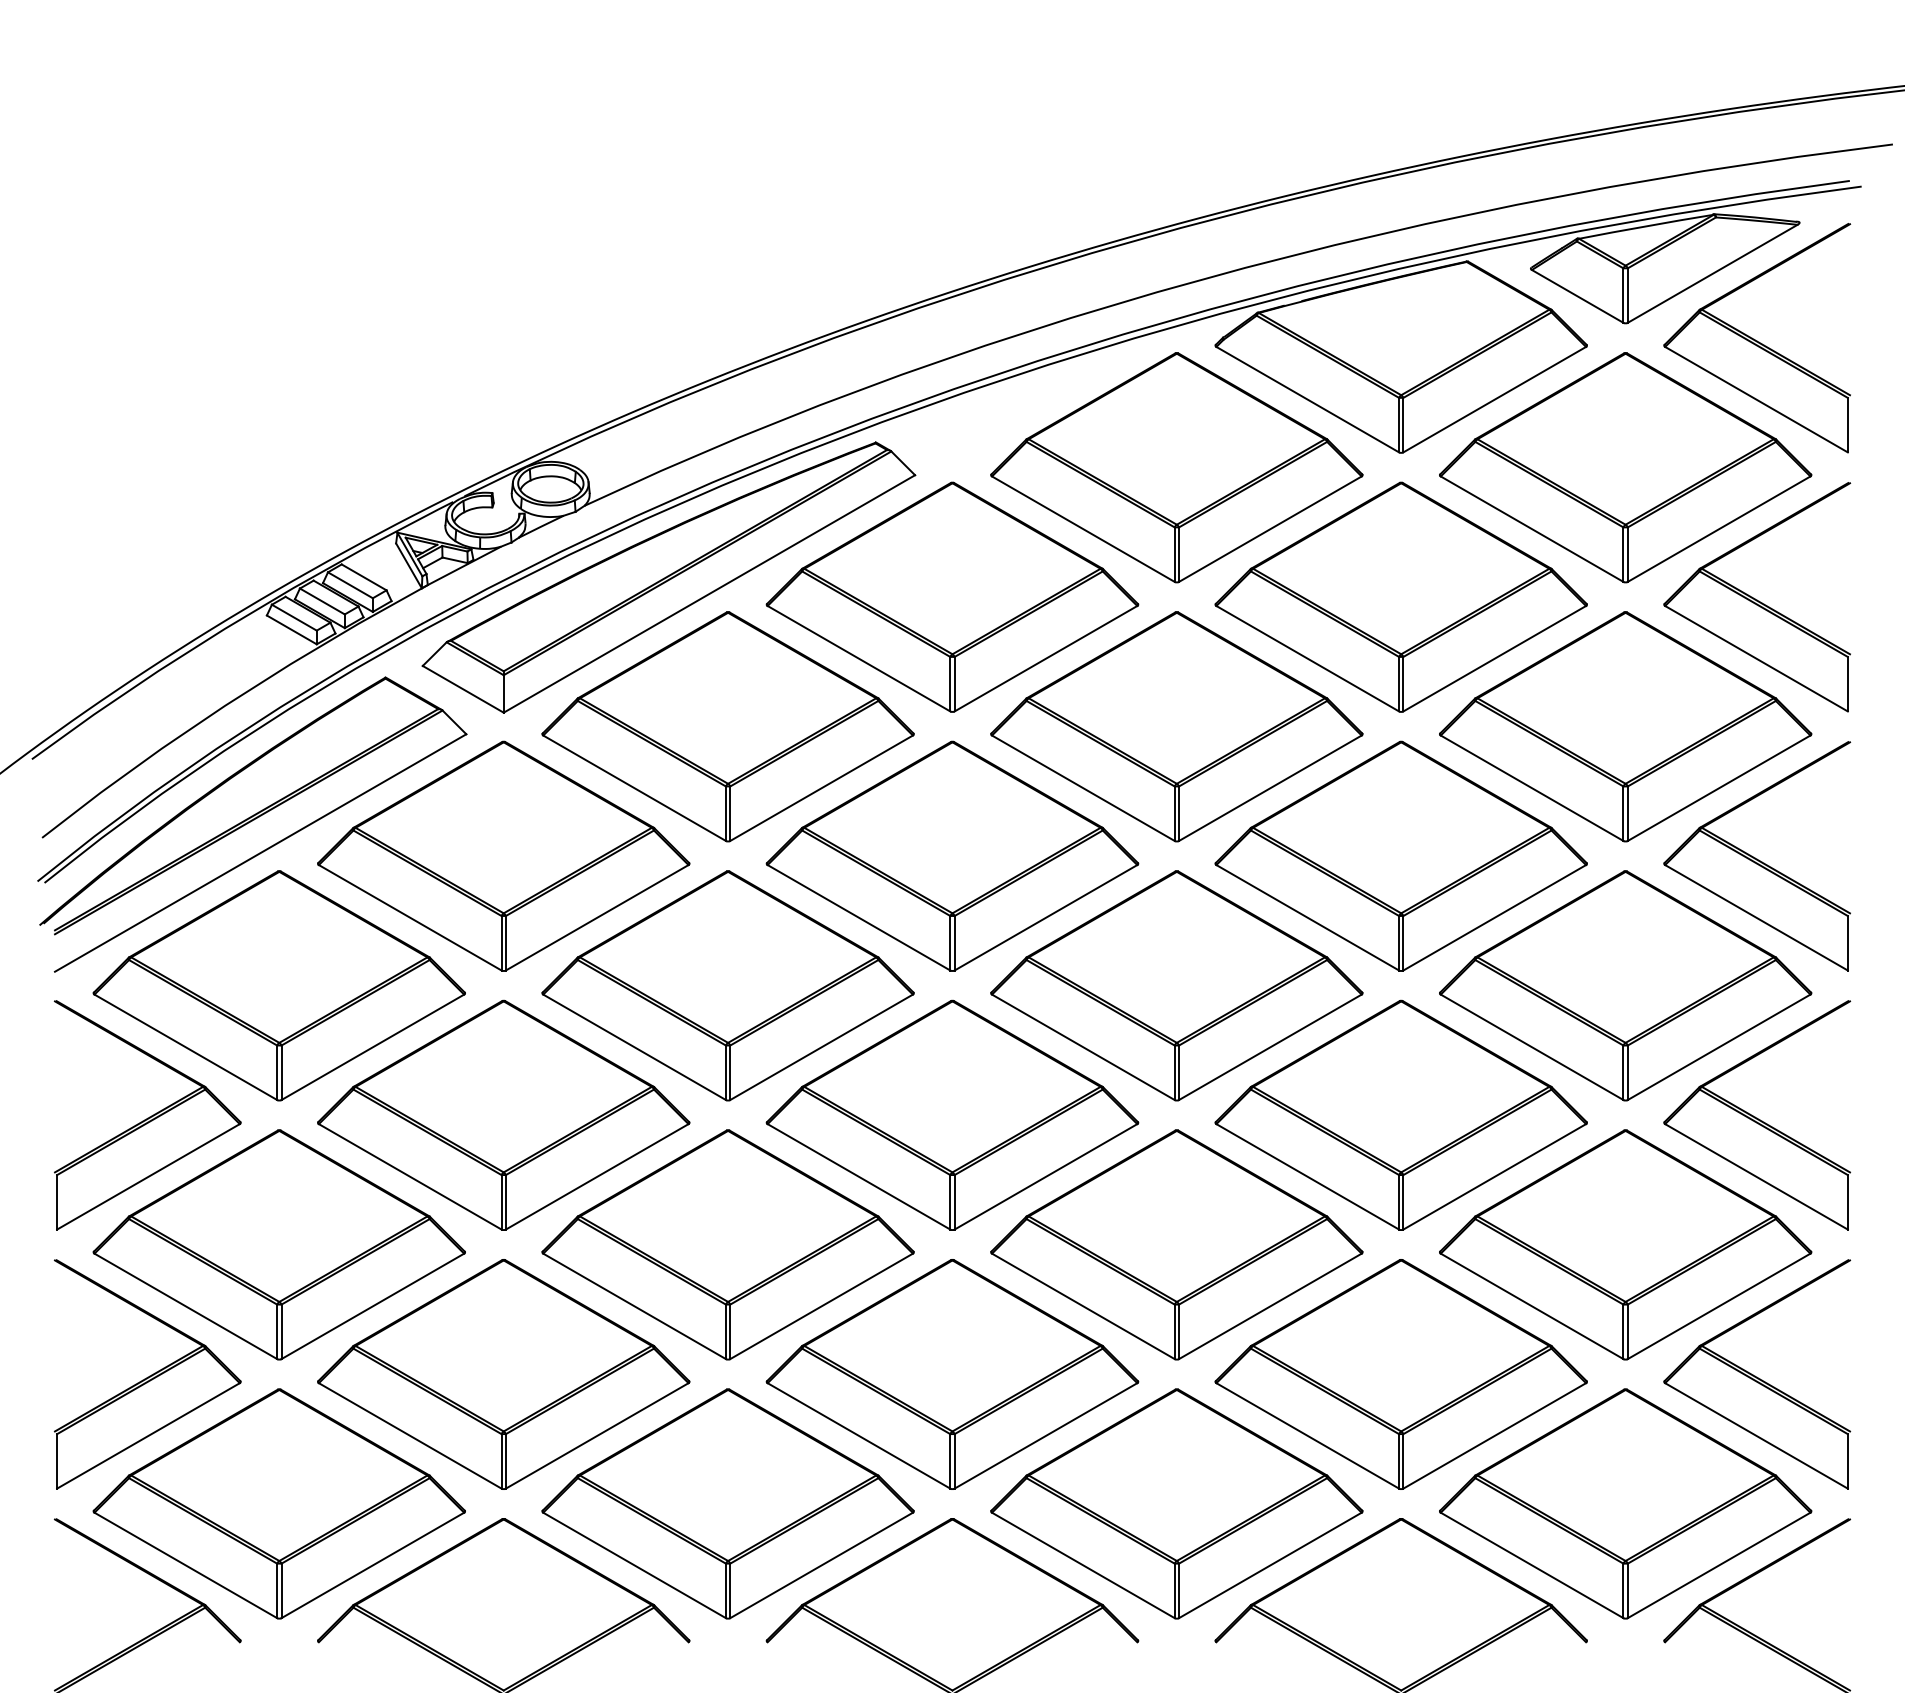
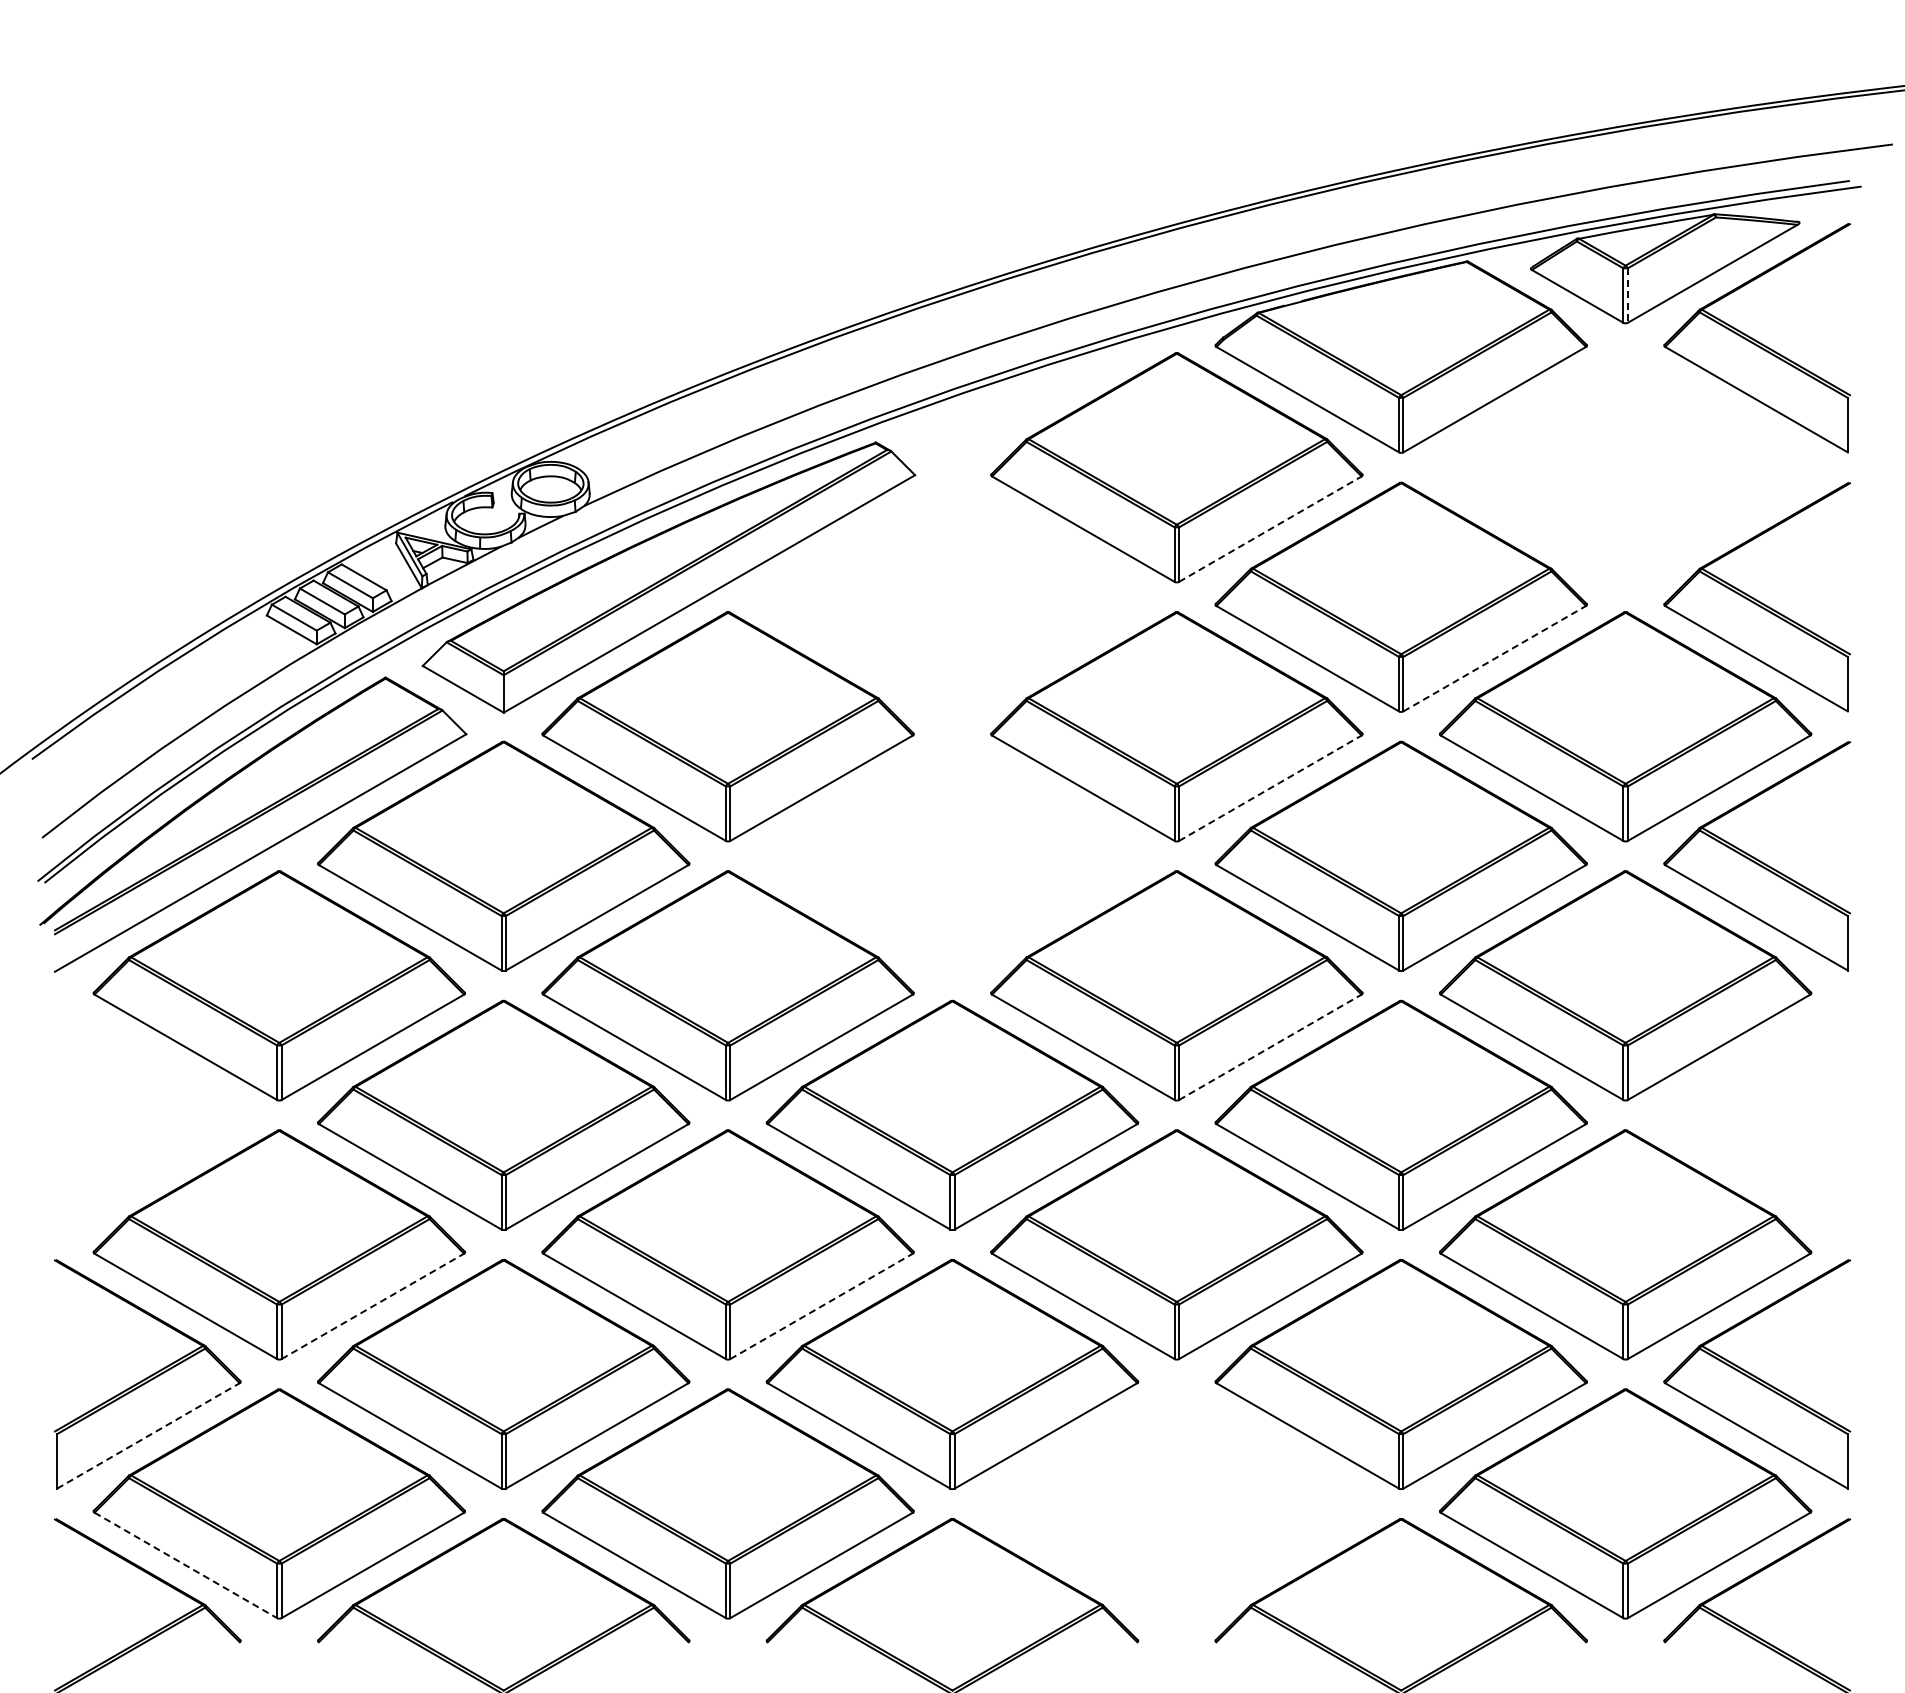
line at (1627, 296): solid -> dashed
part at (1625, 467): present -> none
line at (1270, 528): solid -> dashed
part at (952, 596): present -> none
line at (1495, 658): solid -> dashed
line at (1270, 788): solid -> dashed
part at (952, 855): present -> none
line at (1270, 1047): solid -> dashed
part at (147, 1115): present -> none
part at (1757, 1115): present -> none
line at (373, 1306): solid -> dashed
line at (822, 1306): solid -> dashed
line at (148, 1435): solid -> dashed
part at (1176, 1503): present -> none
line at (186, 1565): solid -> dashed
